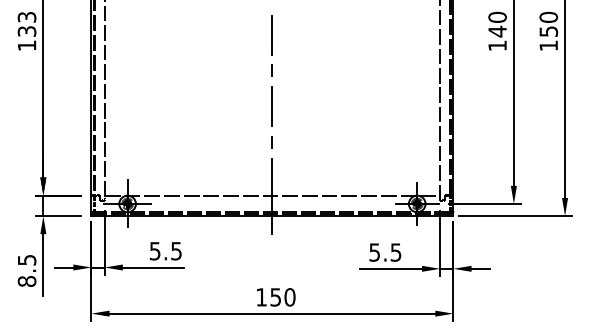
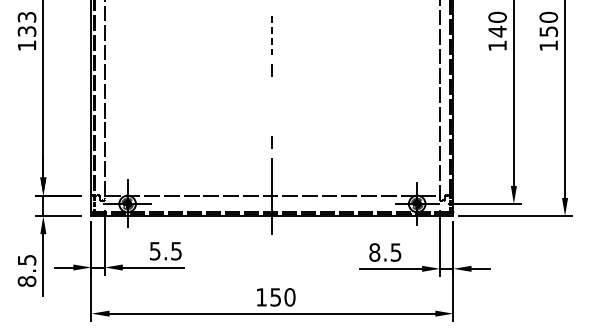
line at (272, 35): solid -> dashed
line at (271, 106): present -> none
text at (374, 252): 5.5 -> 8.5
